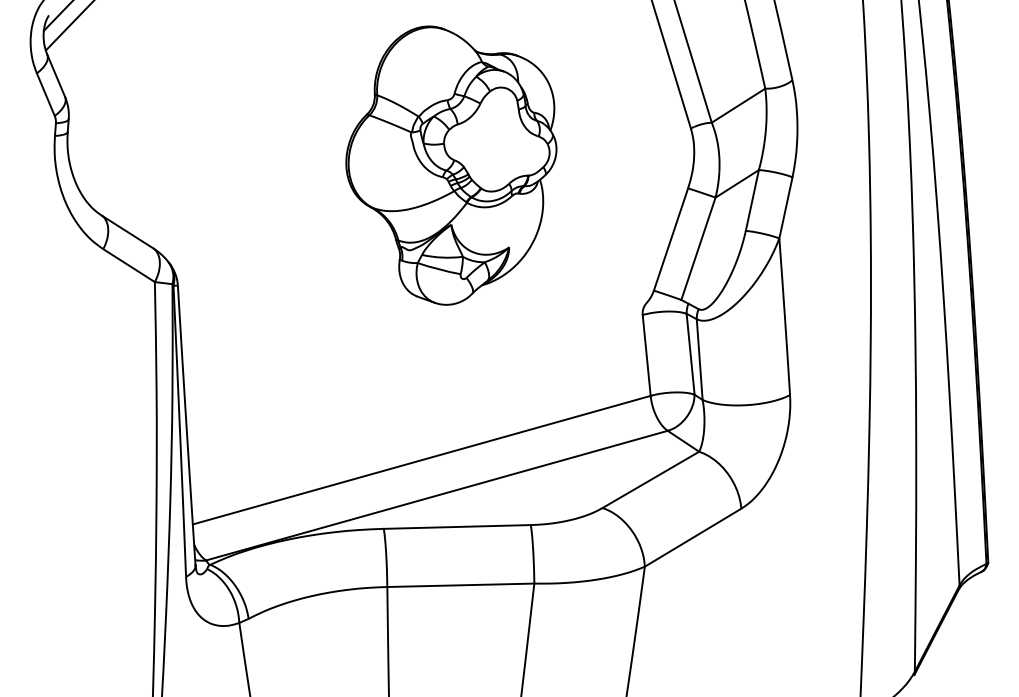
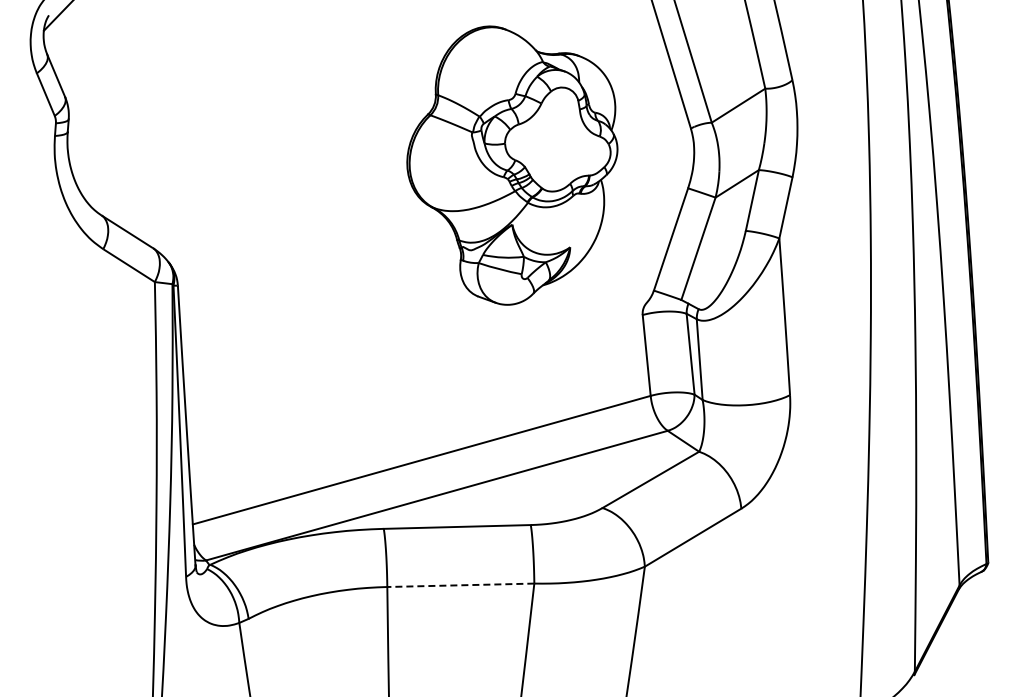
line at (68, 26): present -> none
part at (451, 165) position: (451, 165) -> (512, 165)
line at (460, 585): solid -> dashed
